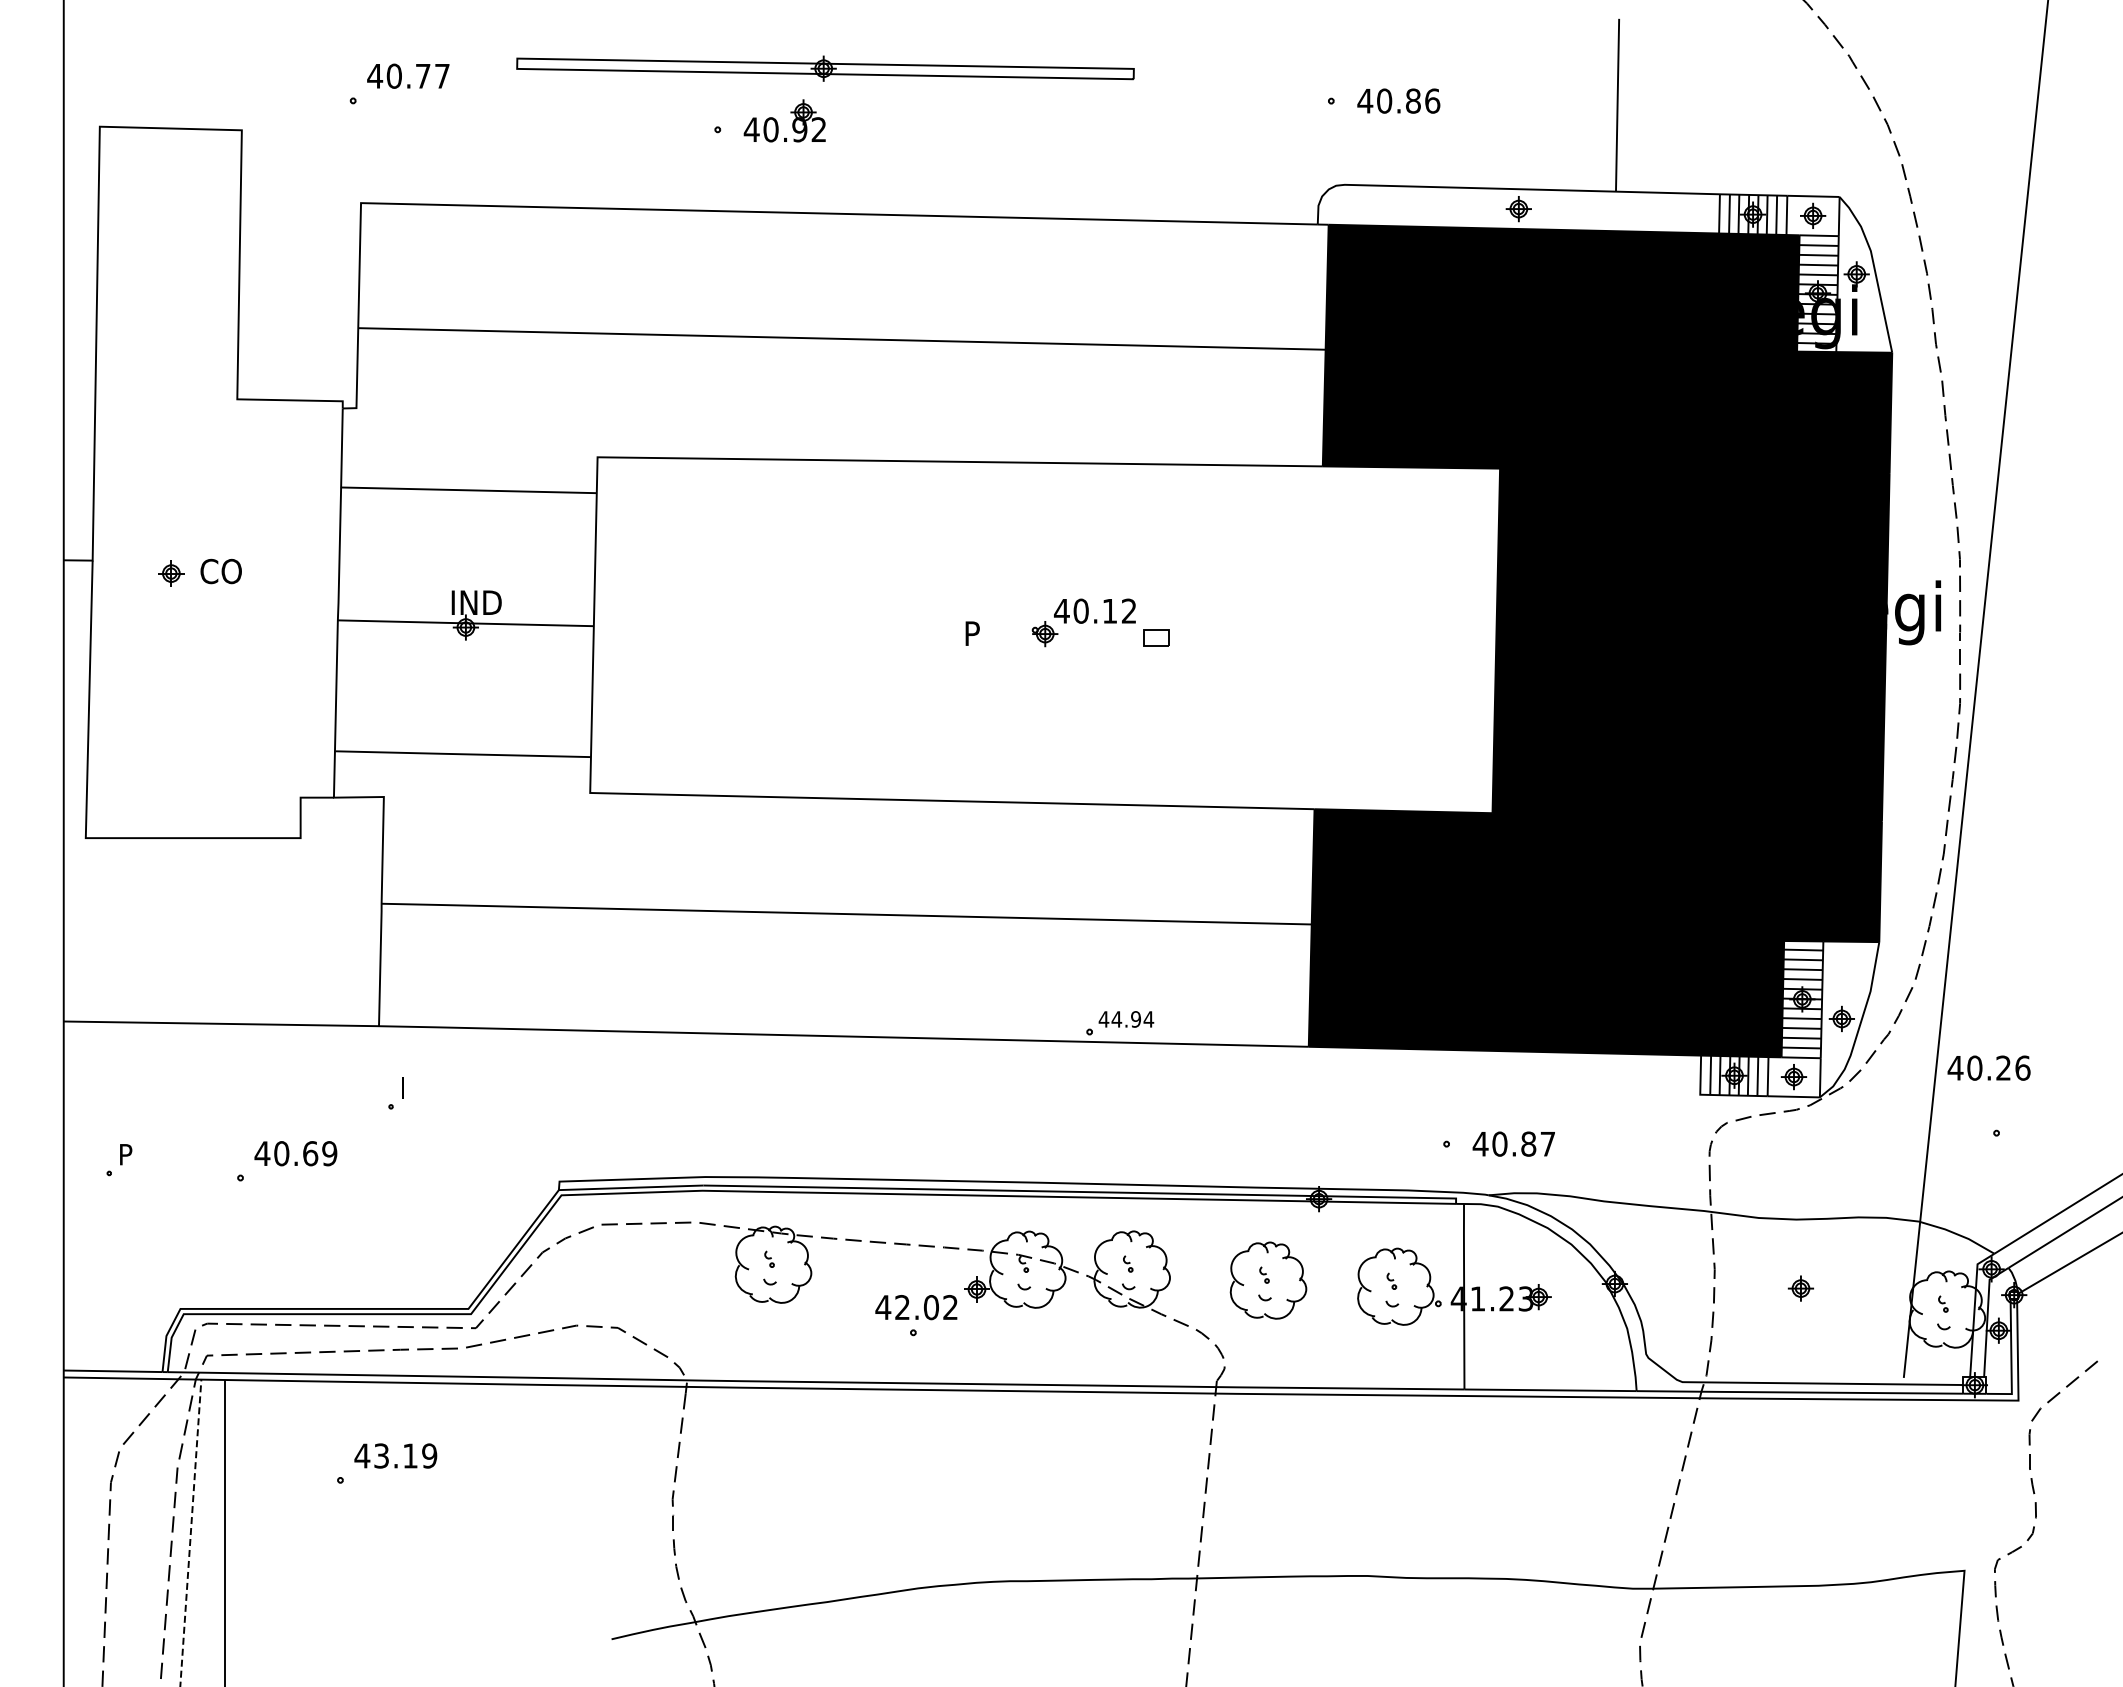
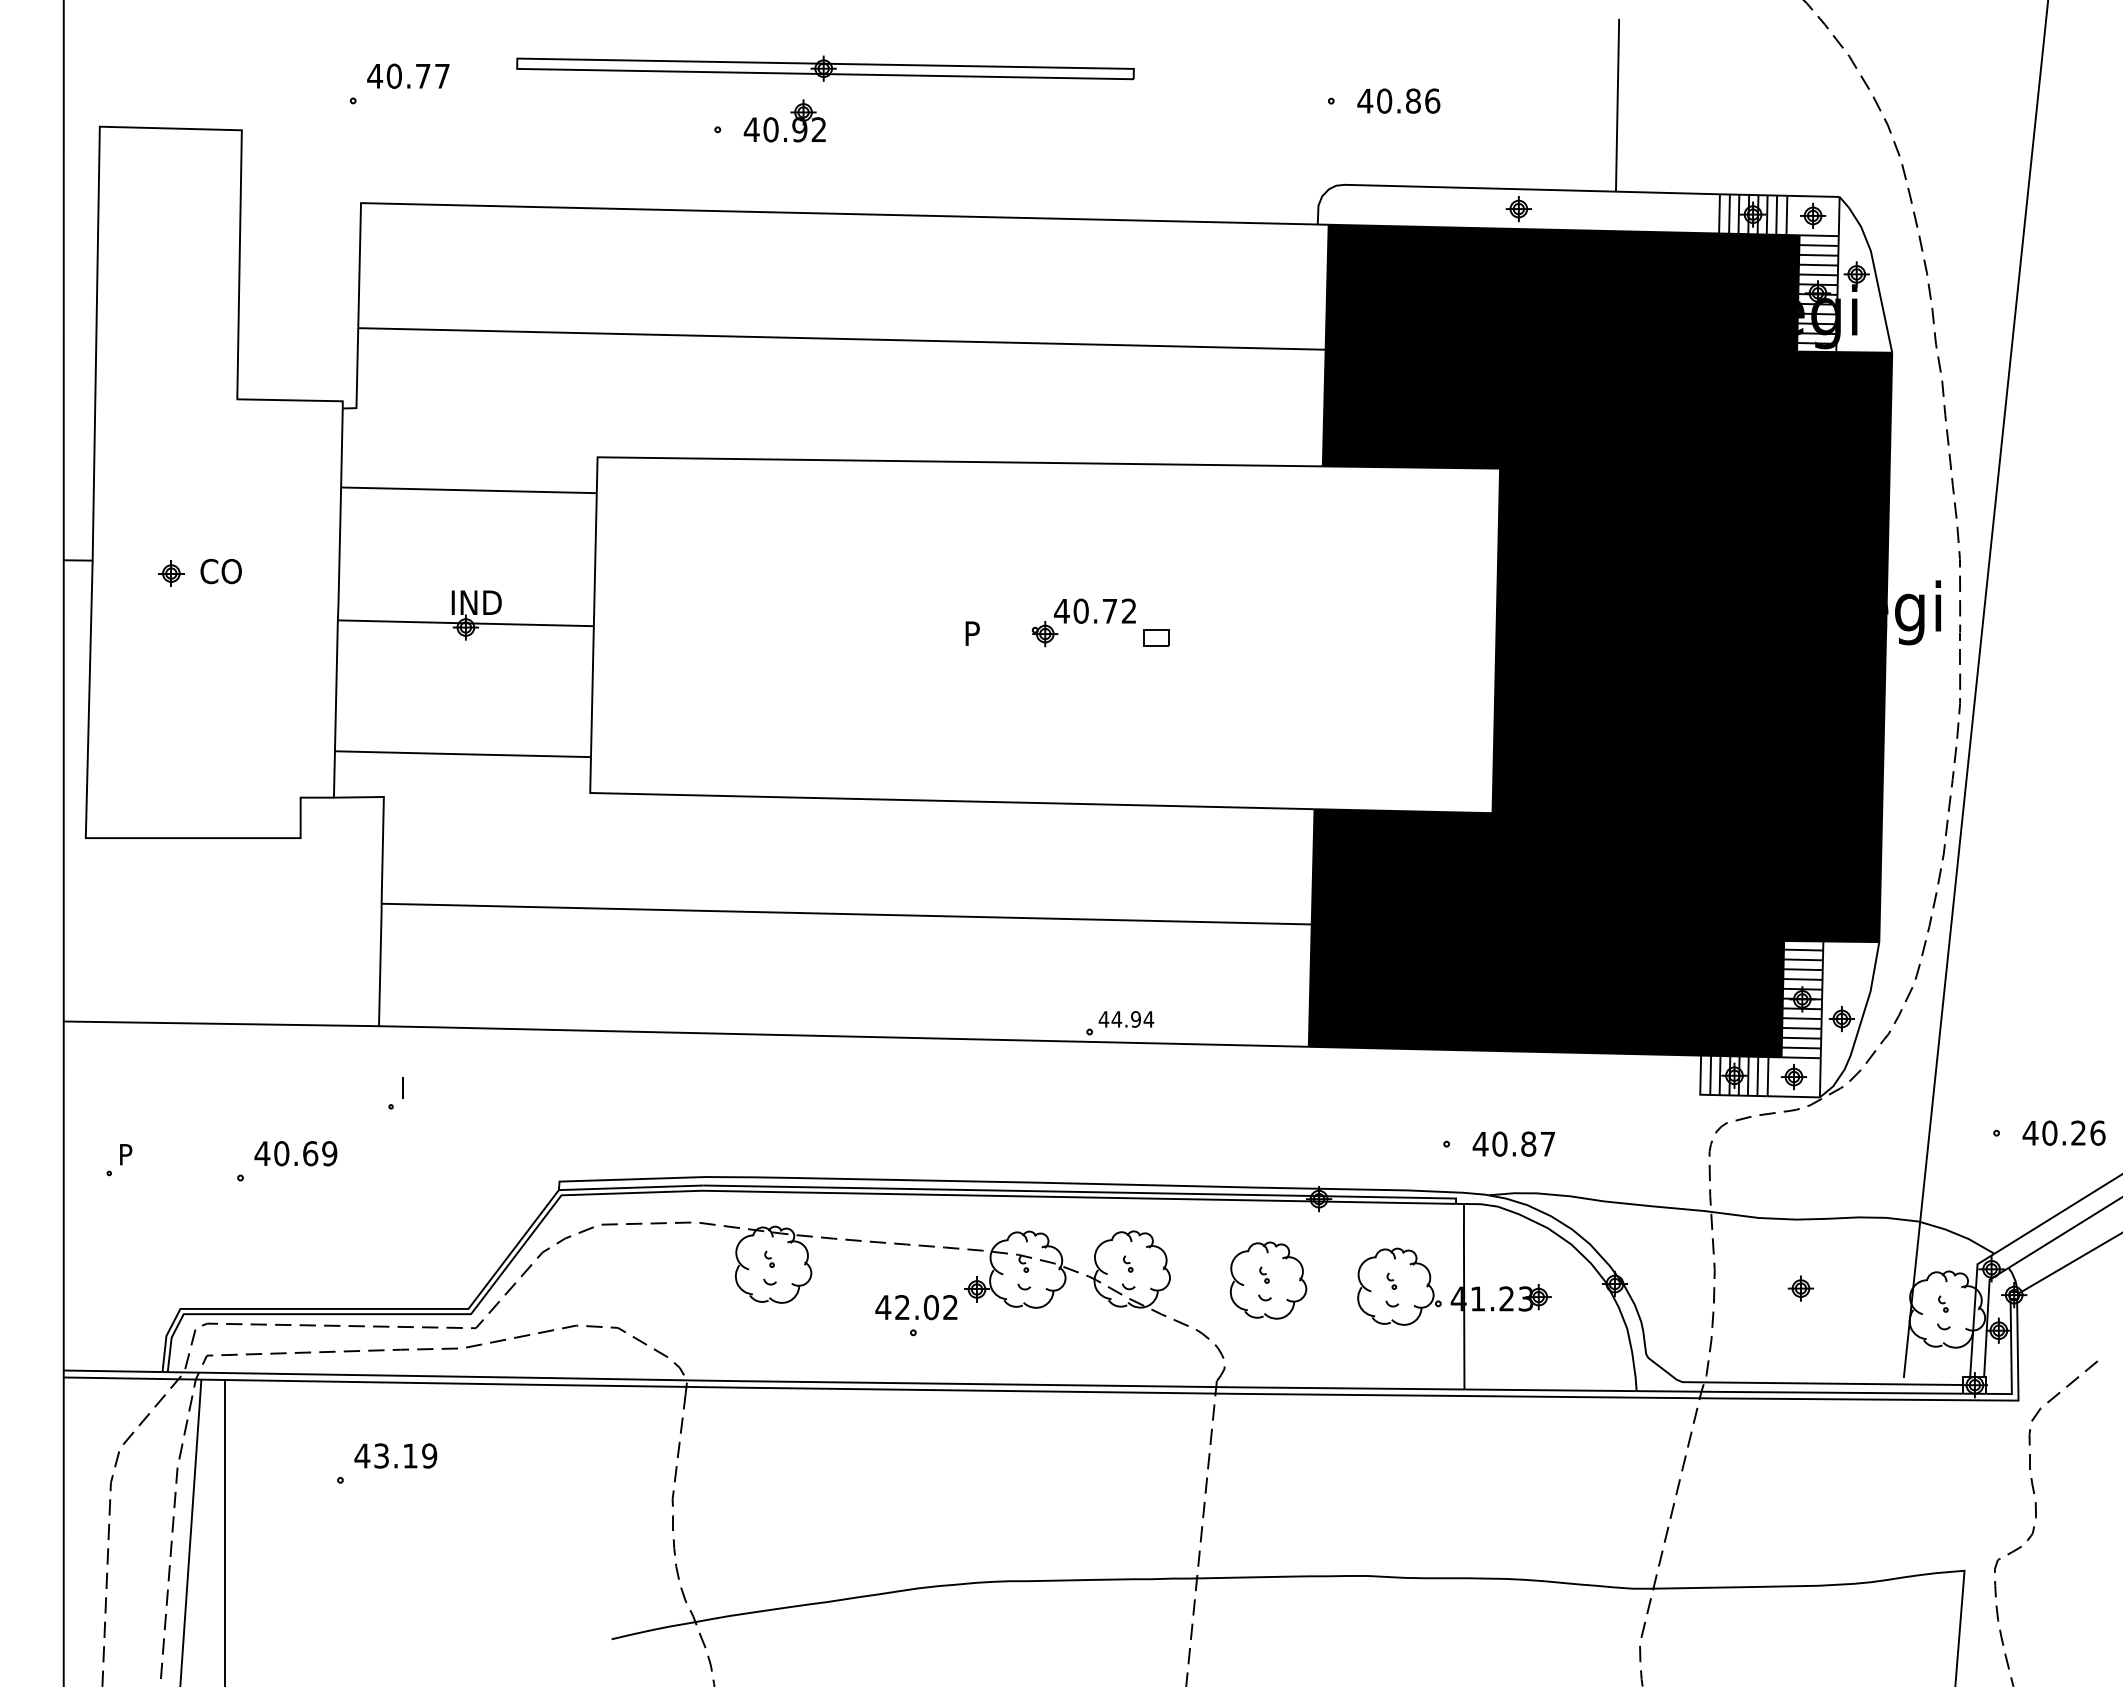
text at (1110, 611): 40.12 -> 40.72
text at (1988, 1067) position: (1988, 1067) -> (2063, 1132)
line at (190, 1533): dashed -> solid
